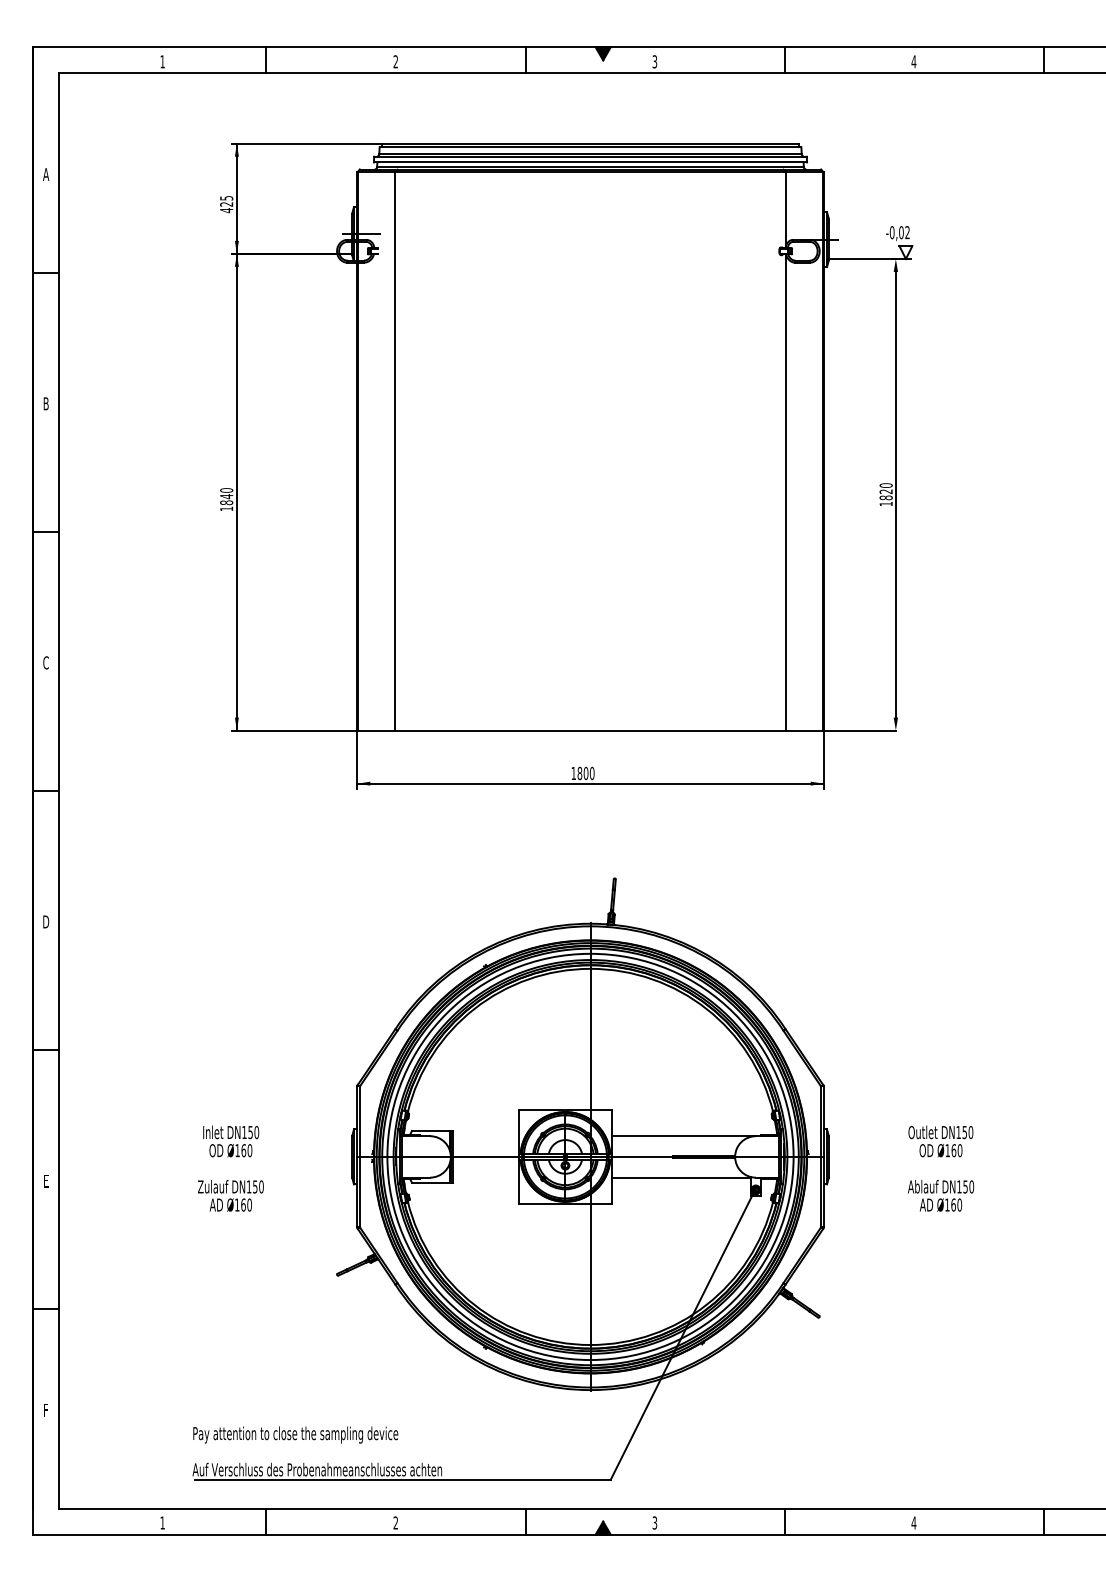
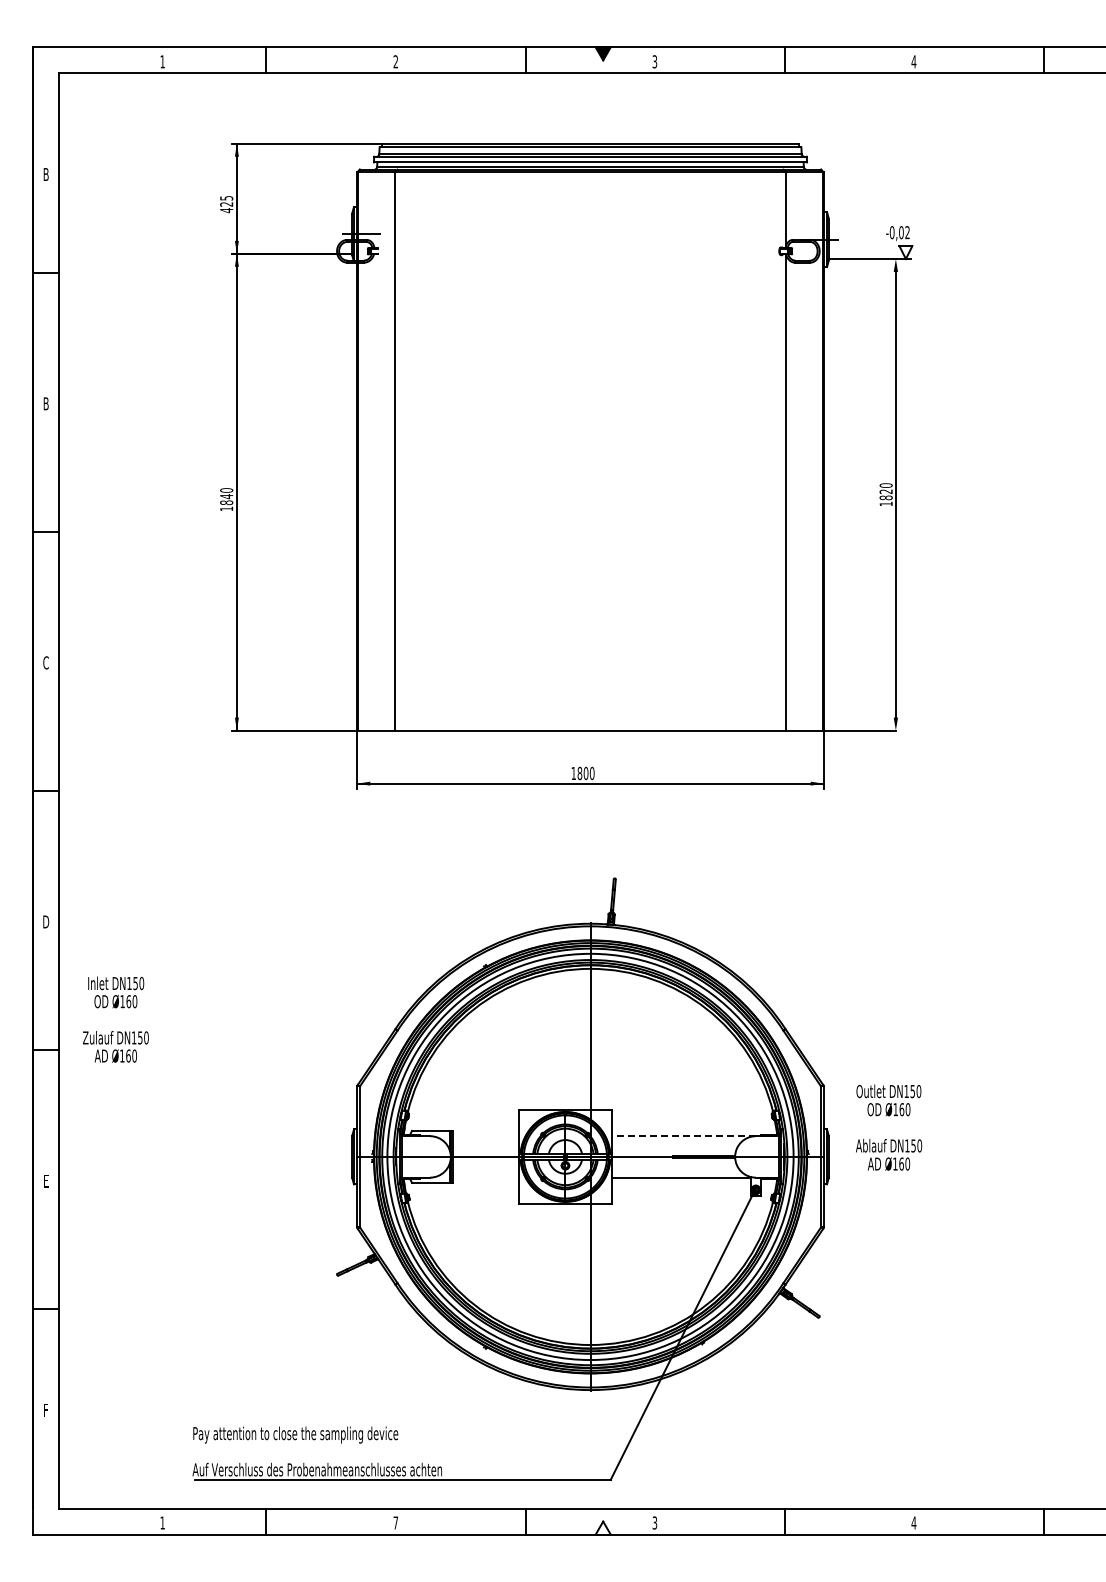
text at (46, 174): A -> B
line at (683, 1136): solid -> dashed
text at (230, 1168) position: (230, 1168) -> (115, 1019)
text at (941, 1168) position: (941, 1168) -> (889, 1127)
text at (395, 1522): 2 -> 7
fill at (602, 1527): present -> none
